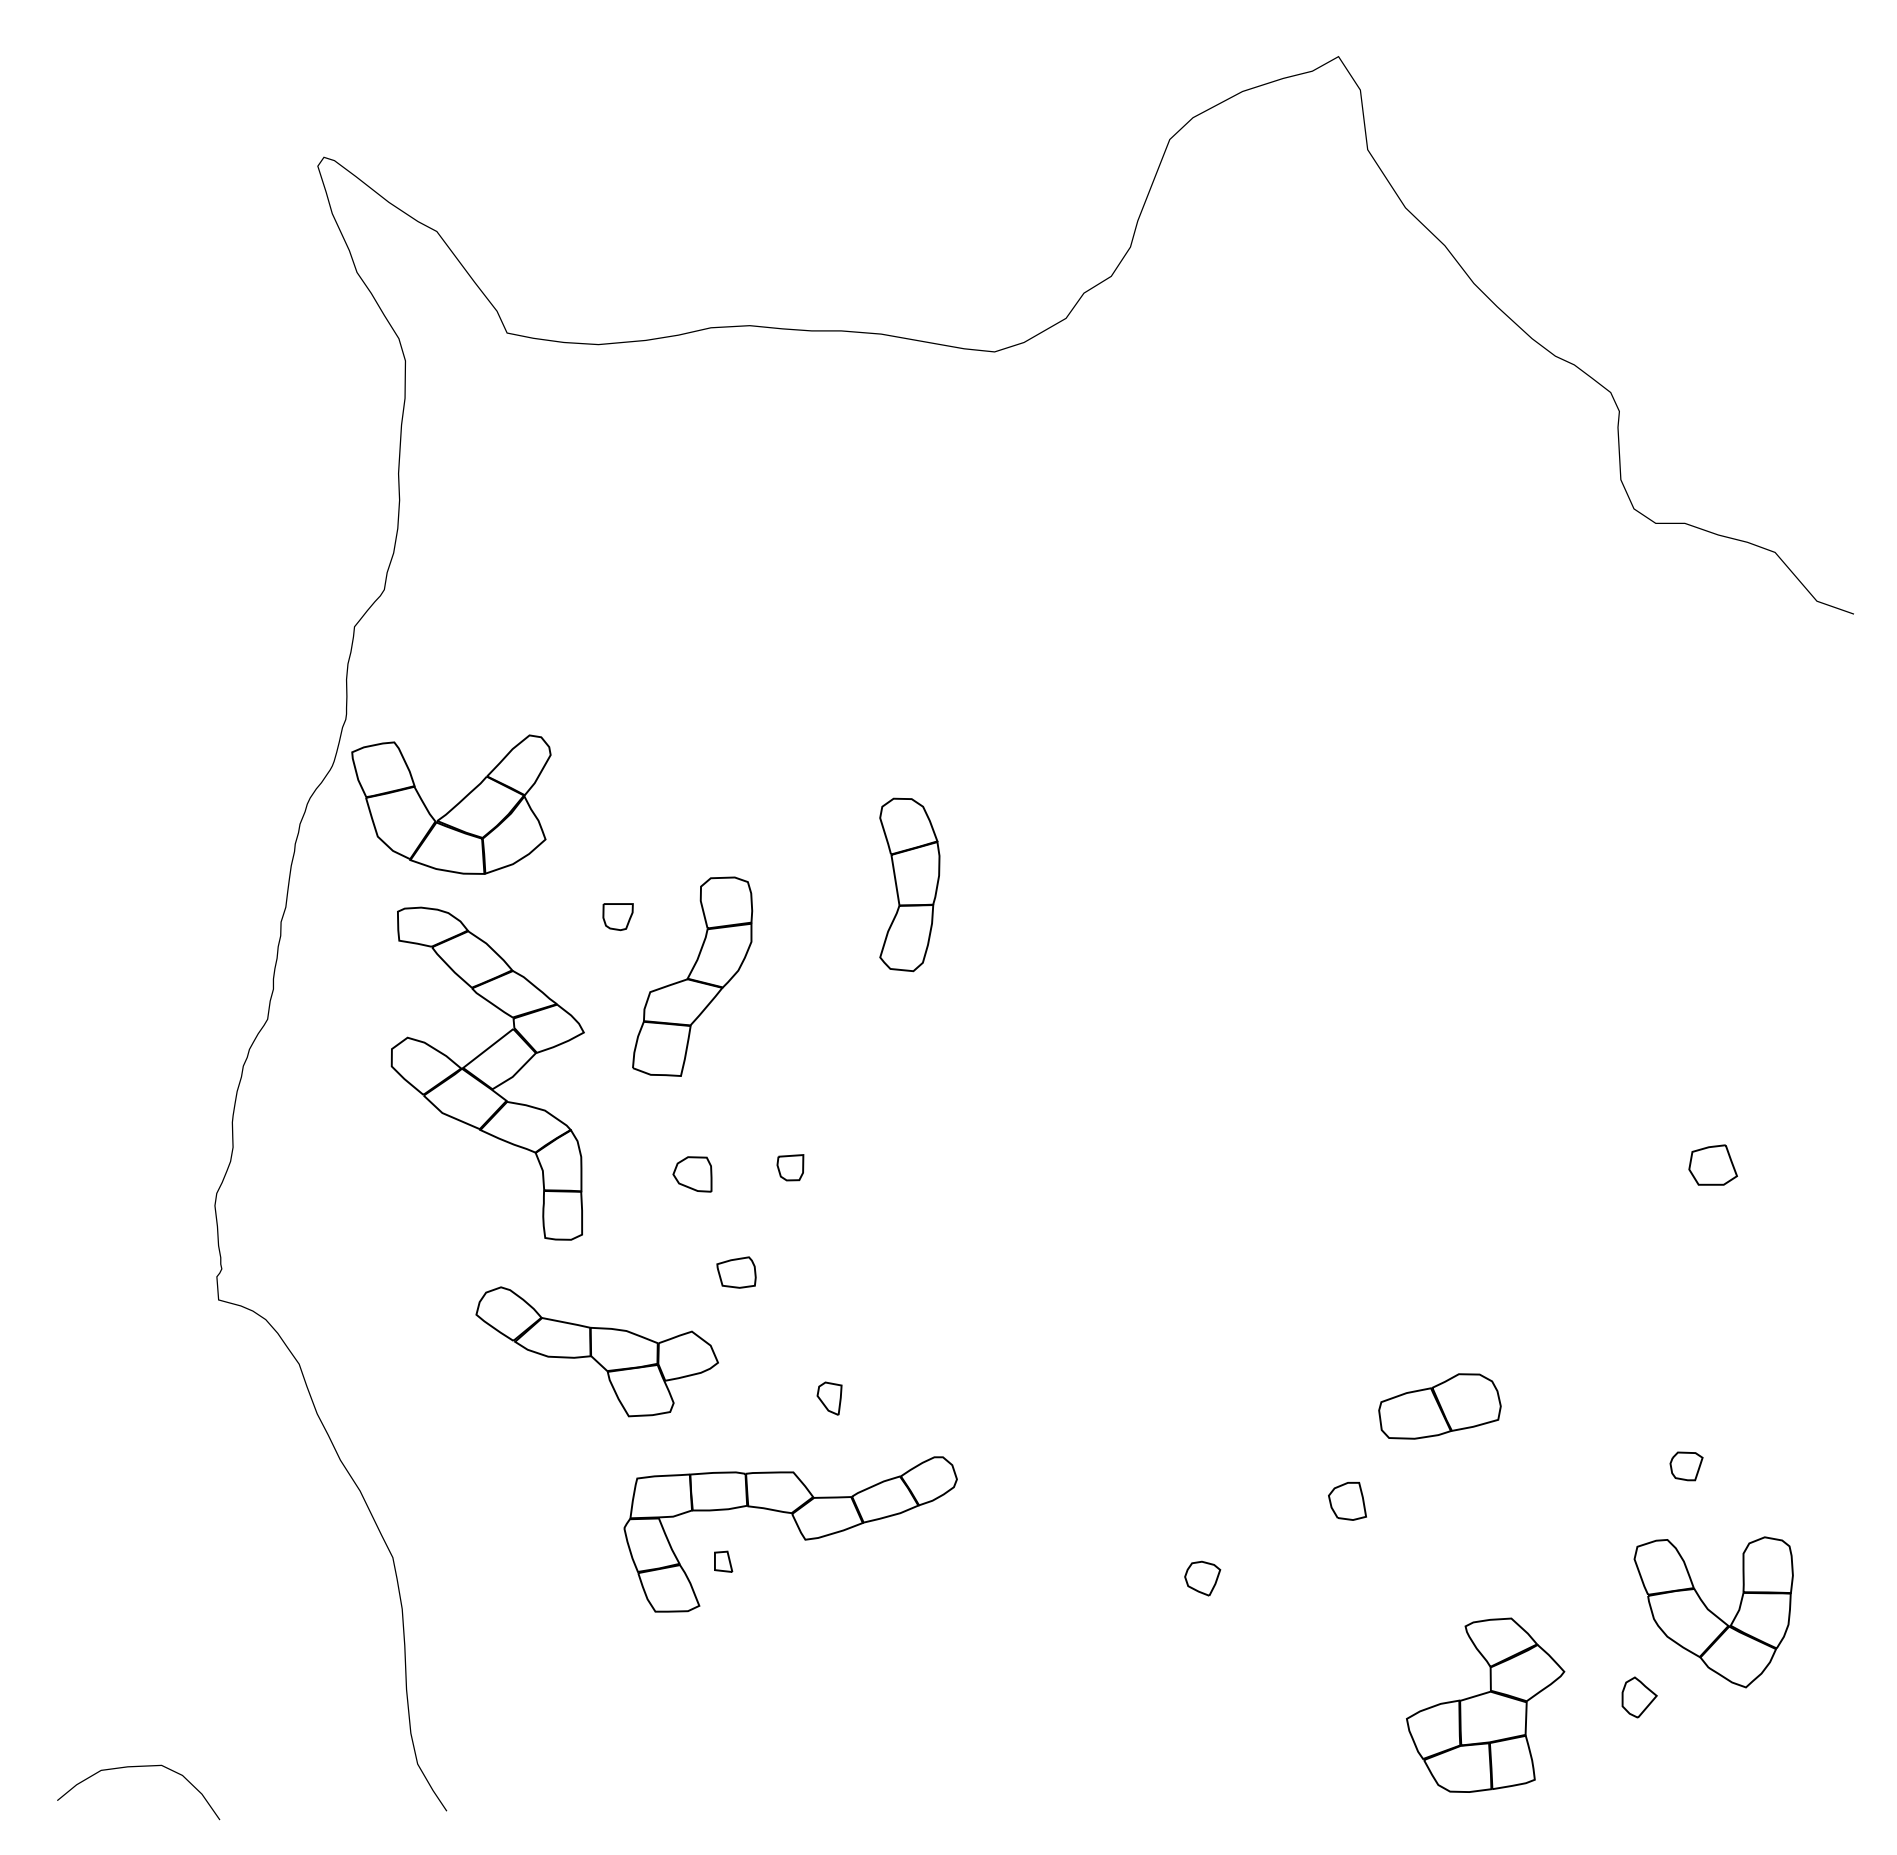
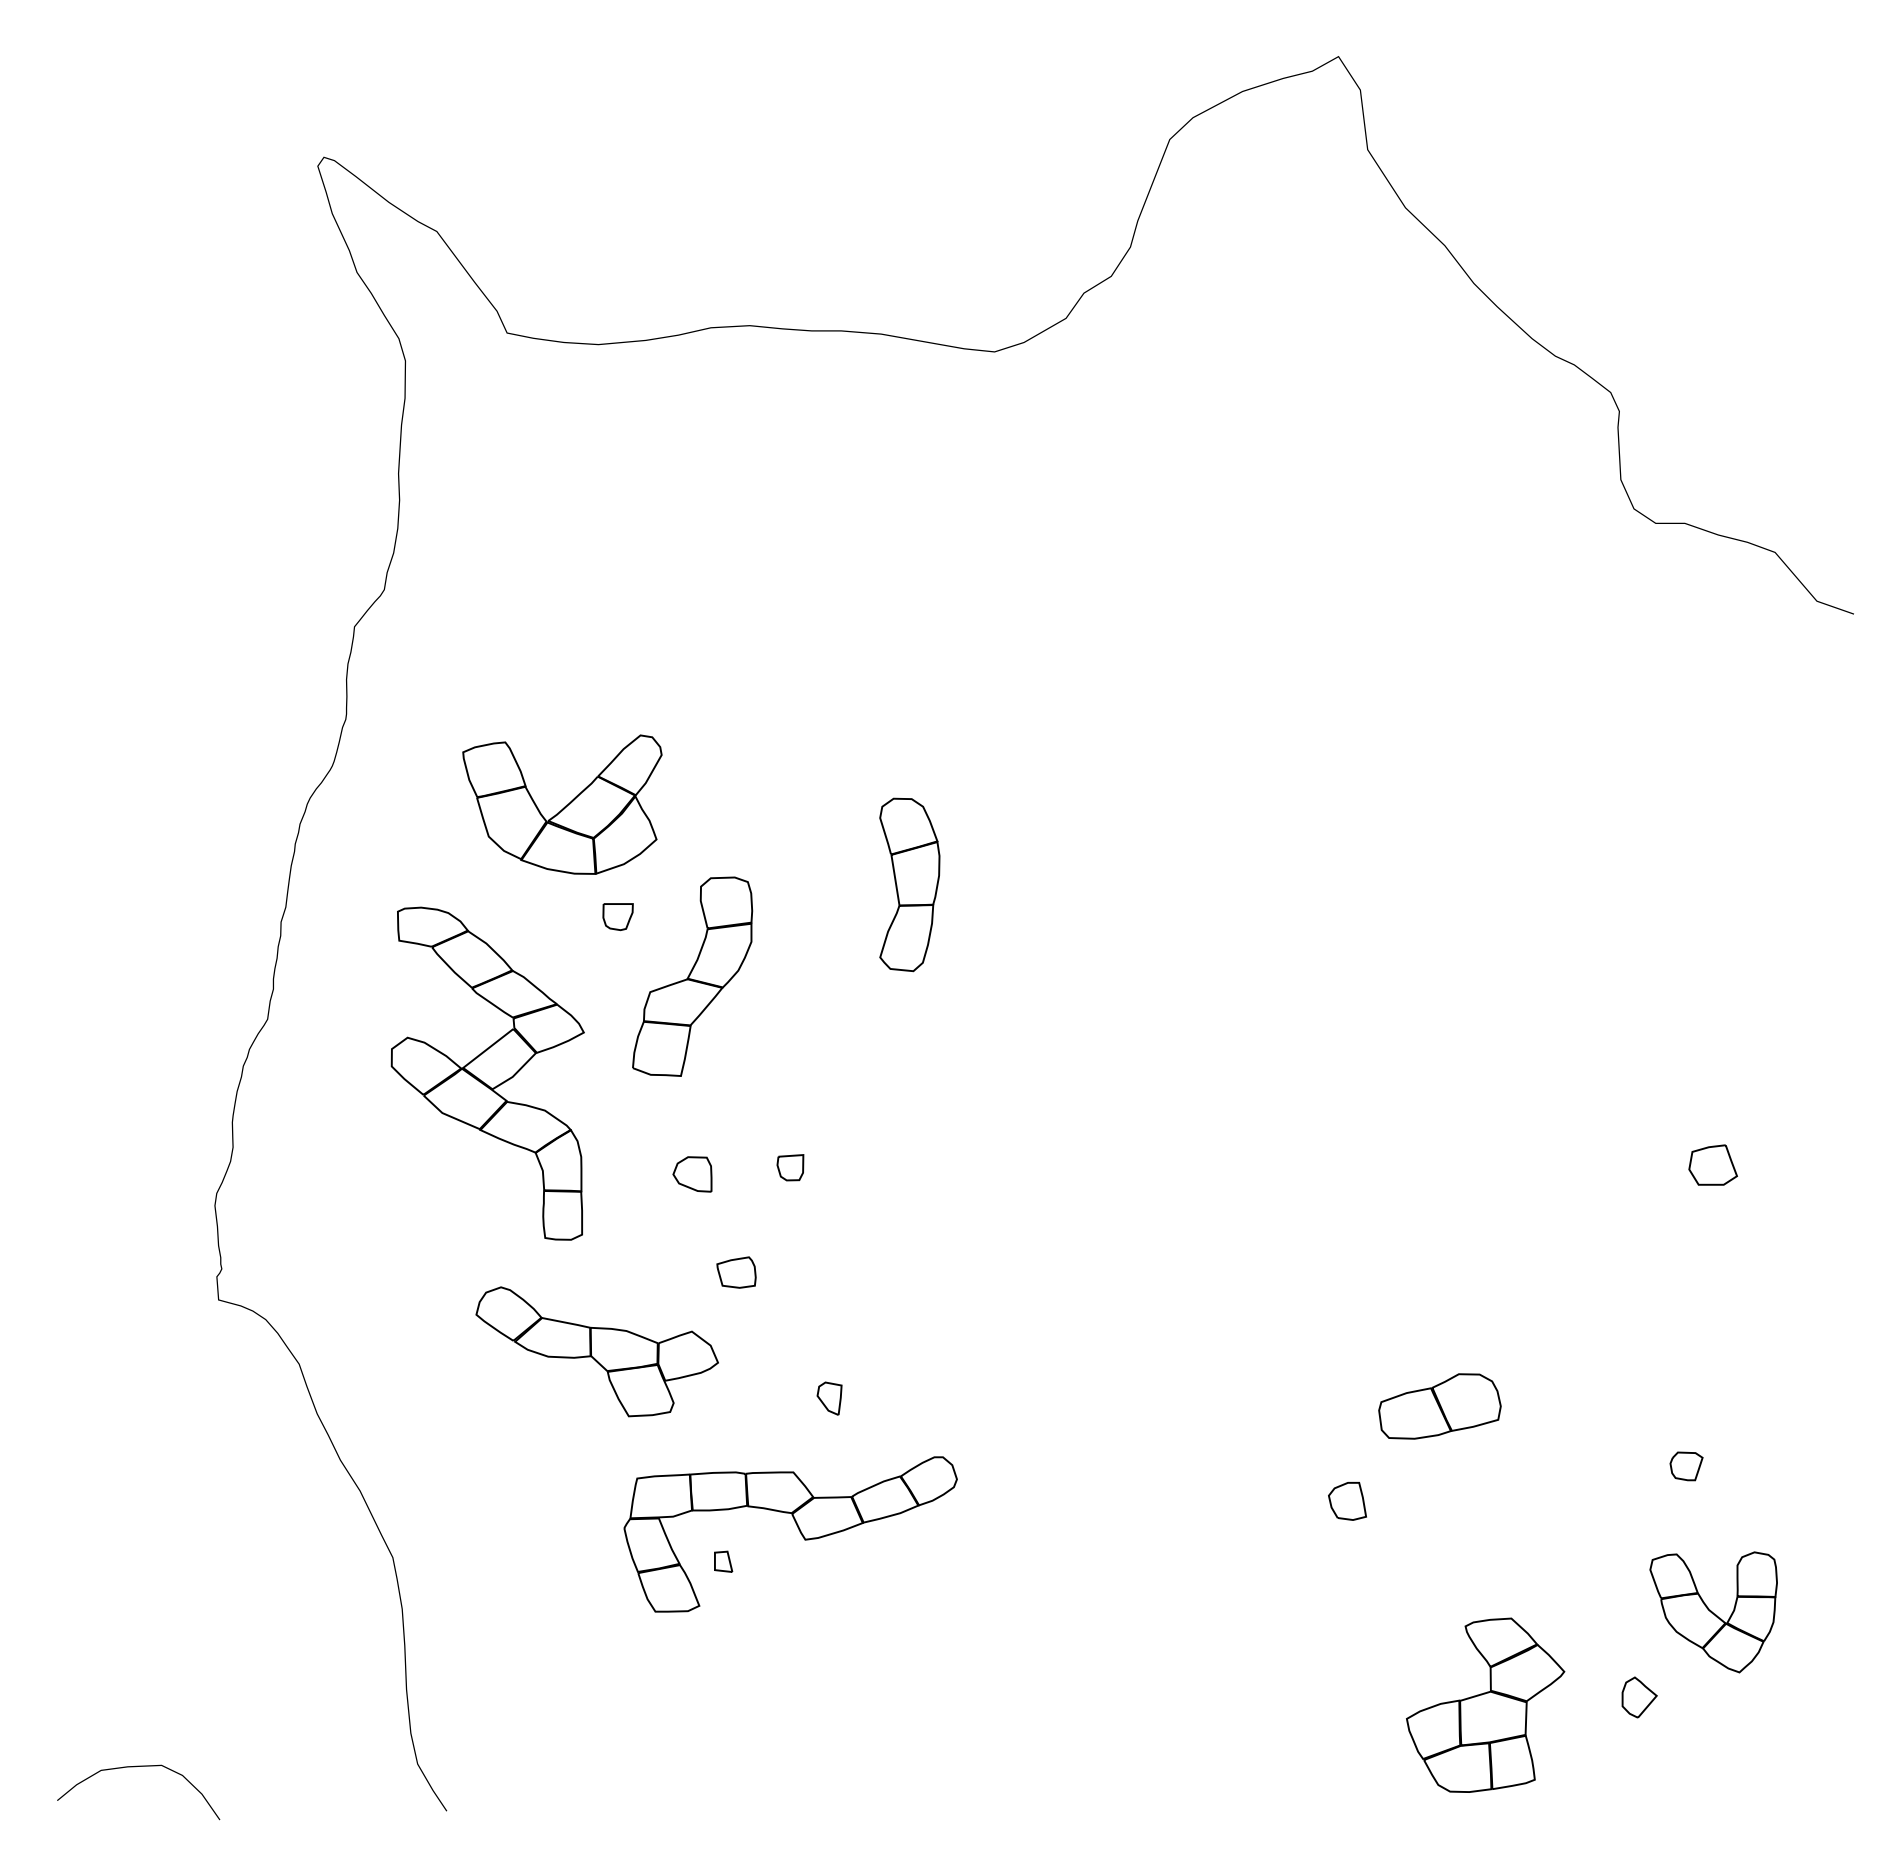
part at (451, 804) position: (451, 804) -> (562, 804)
part at (1202, 1578): present -> none
part at (1713, 1612) size: 161x153 px -> 129x123 px
